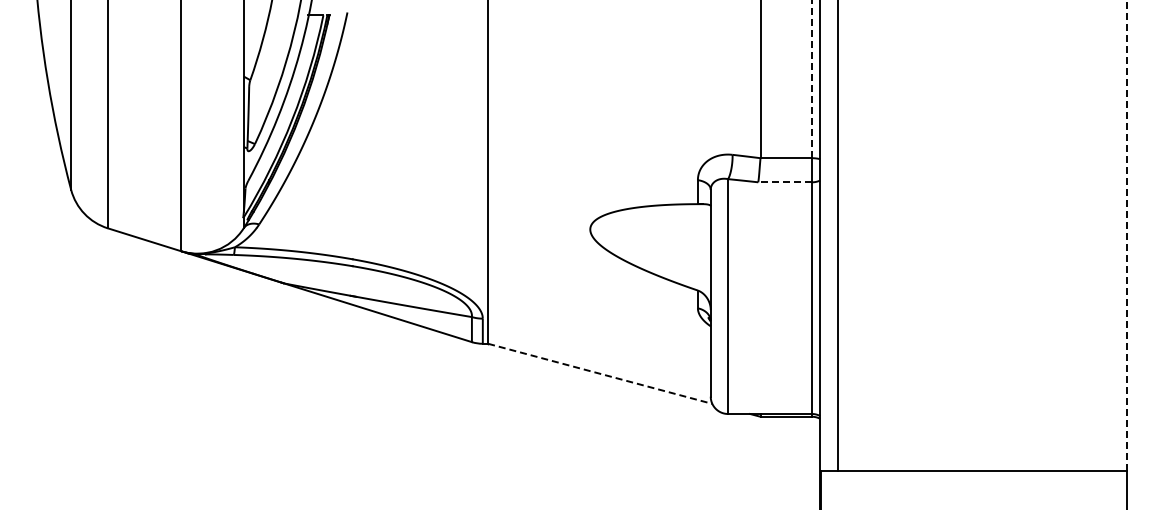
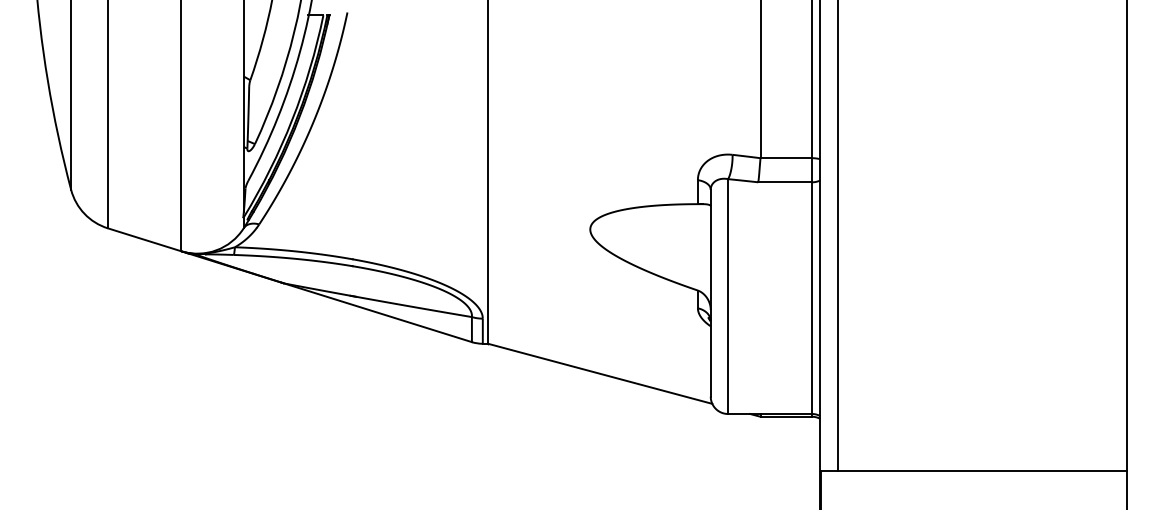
line at (812, 79): dashed -> solid
line at (785, 182): dashed -> solid
line at (1126, 235): dashed -> solid
line at (600, 373): dashed -> solid
